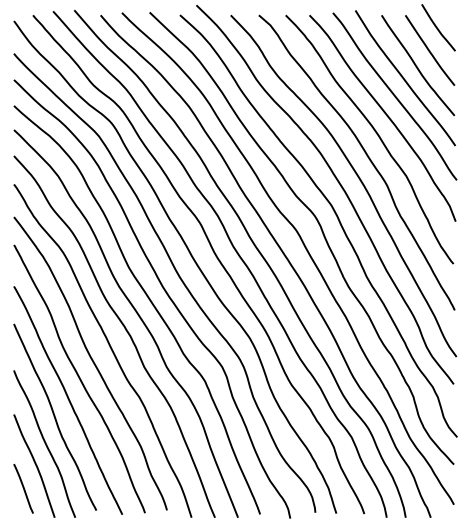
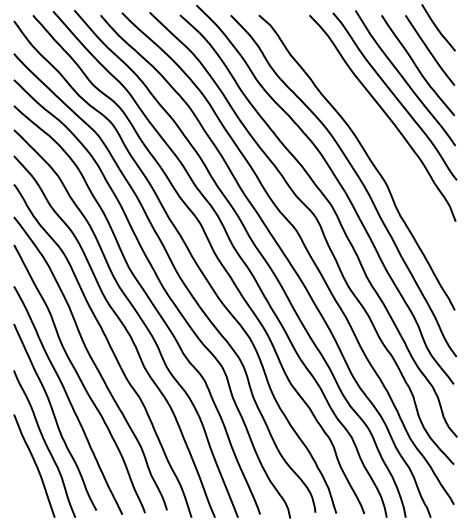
curve at (376, 134): present -> none
line at (23, 488): present -> none
